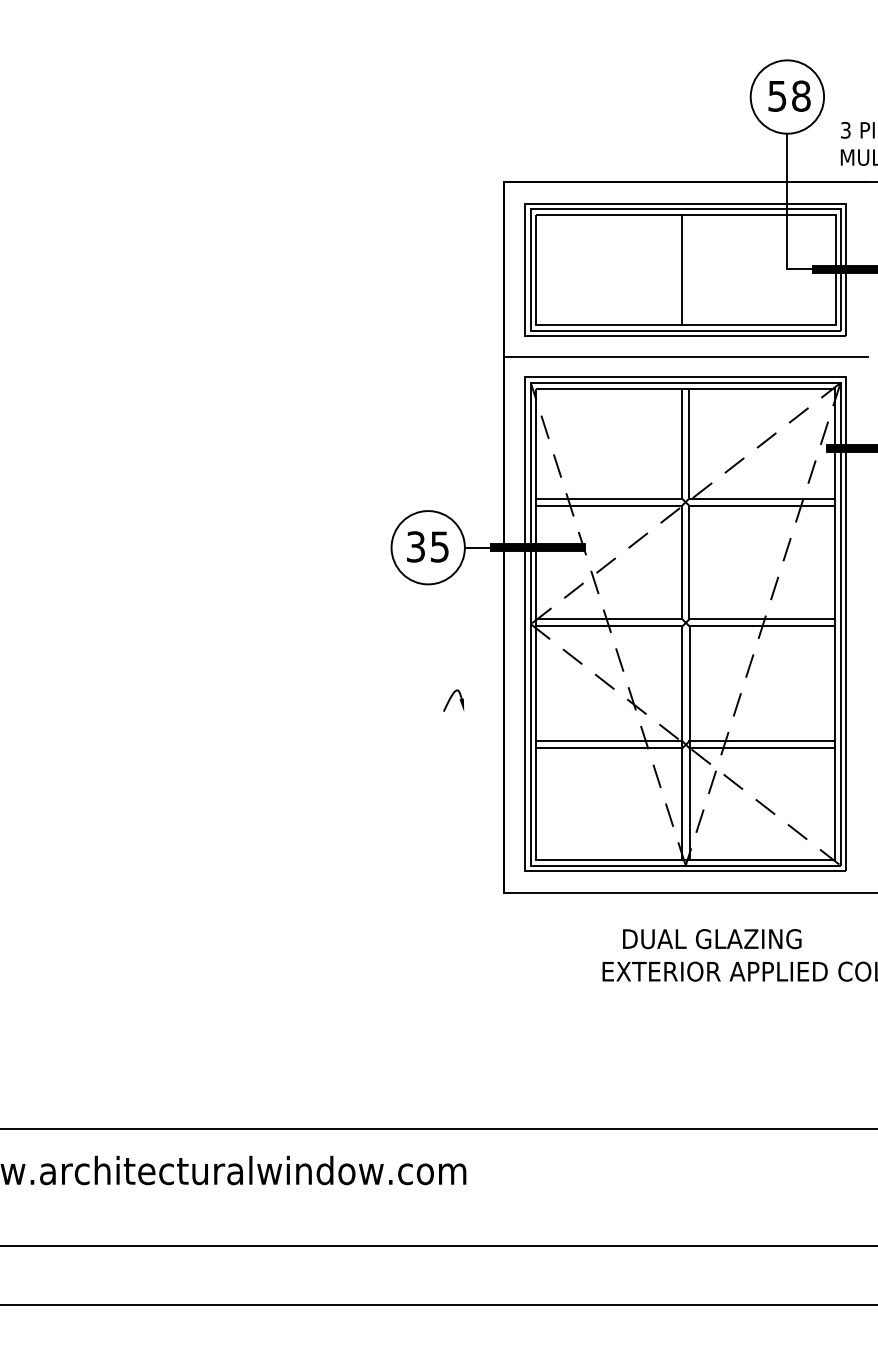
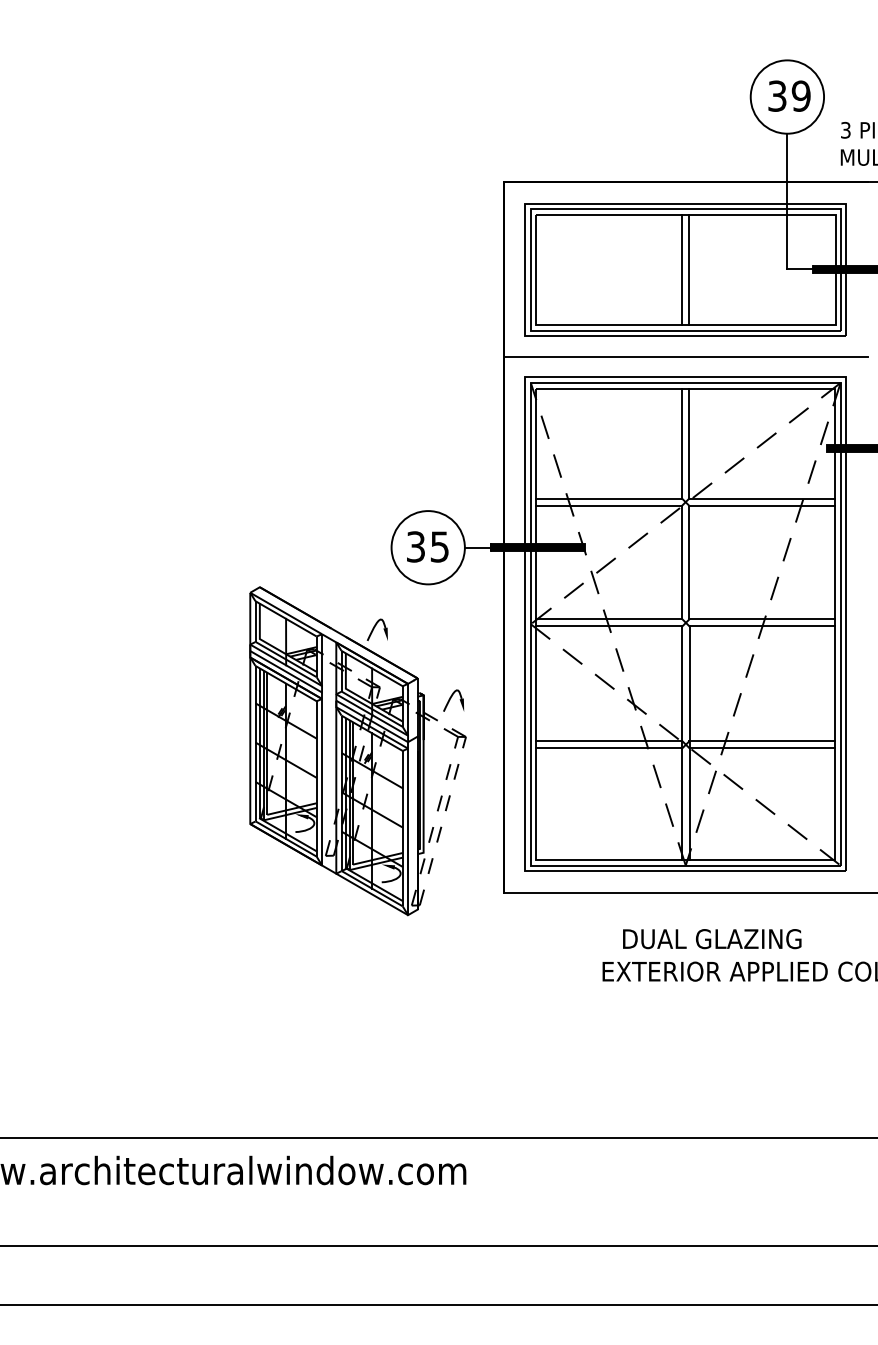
text at (789, 95): 58 -> 39
line at (689, 269): none -> present
part at (357, 751): none -> present
line at (438, 1129) position: (438, 1129) -> (438, 1138)
